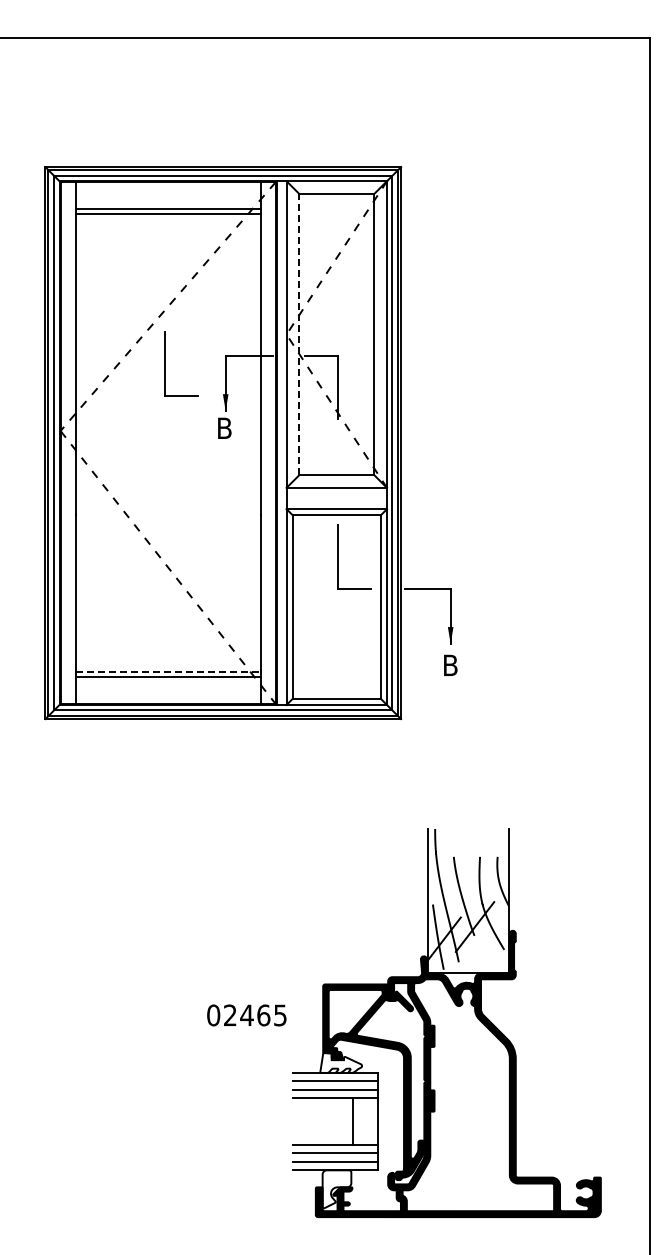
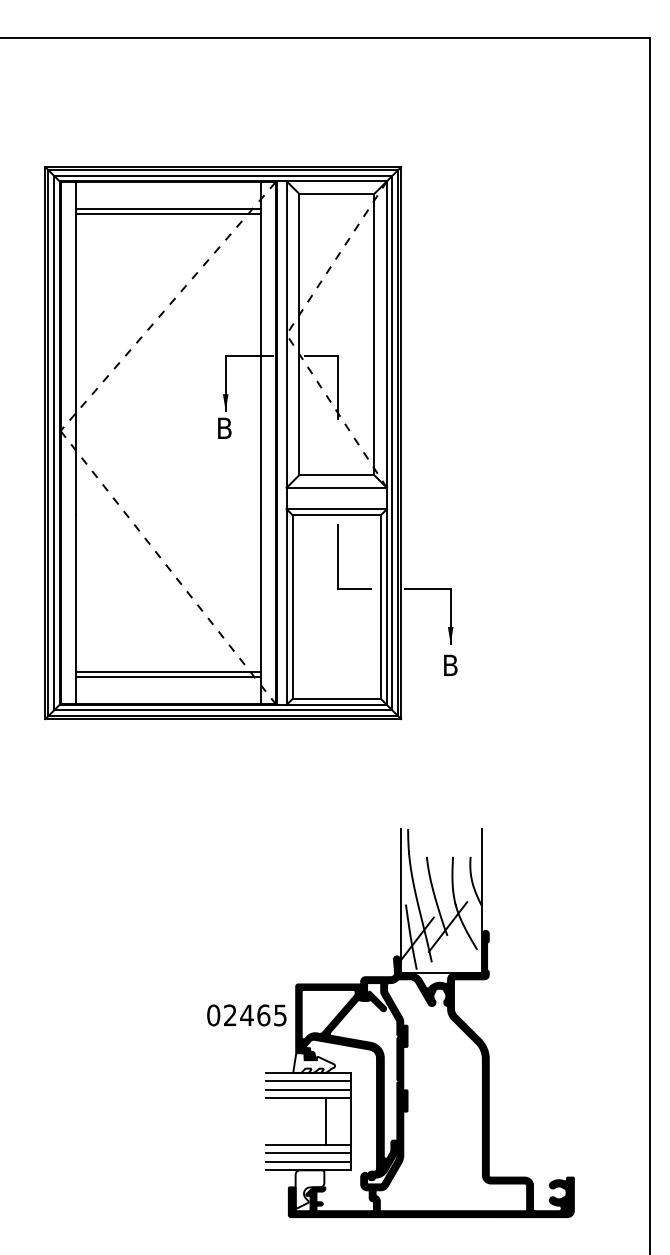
line at (299, 334): dashed -> solid
part at (165, 363): present -> none
line at (168, 672): dashed -> solid
part at (446, 1022) position: (446, 1022) -> (419, 1022)
